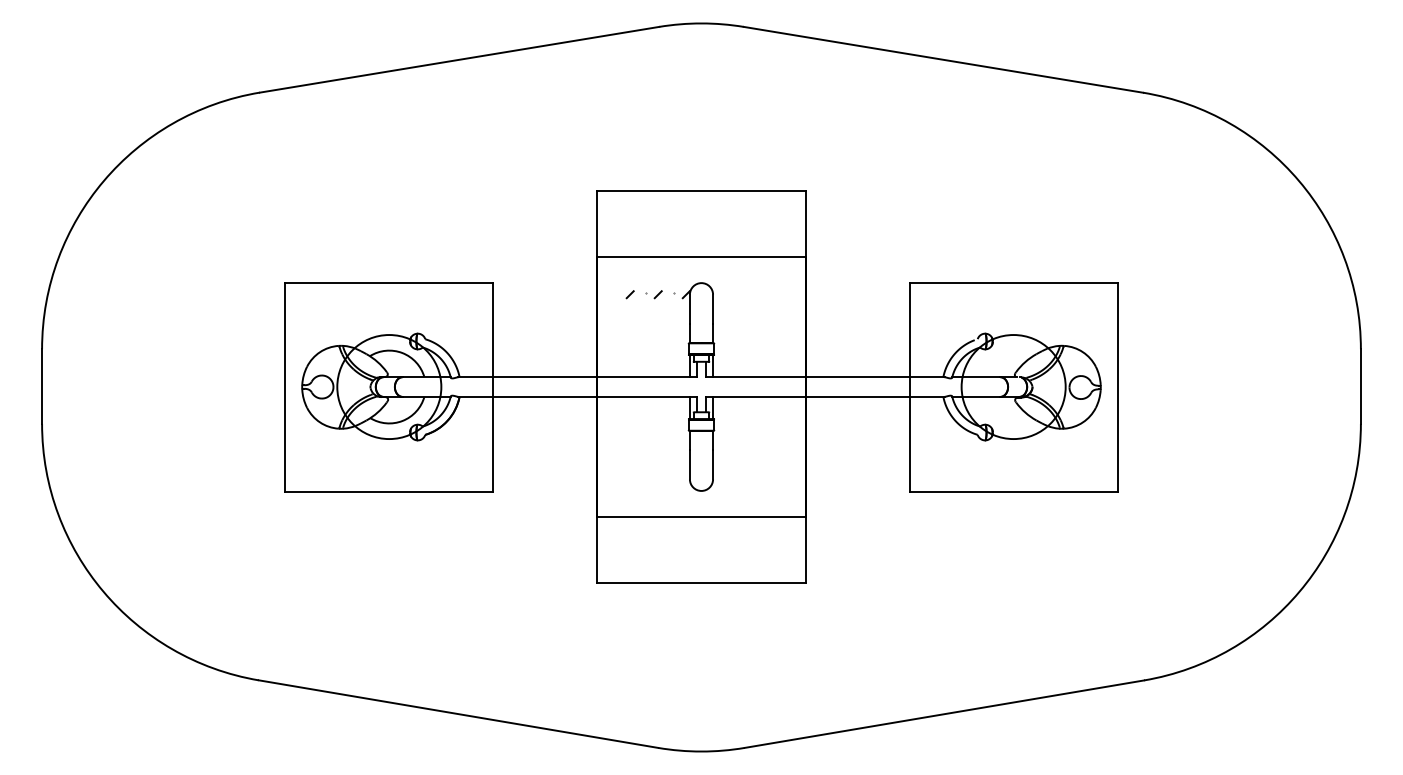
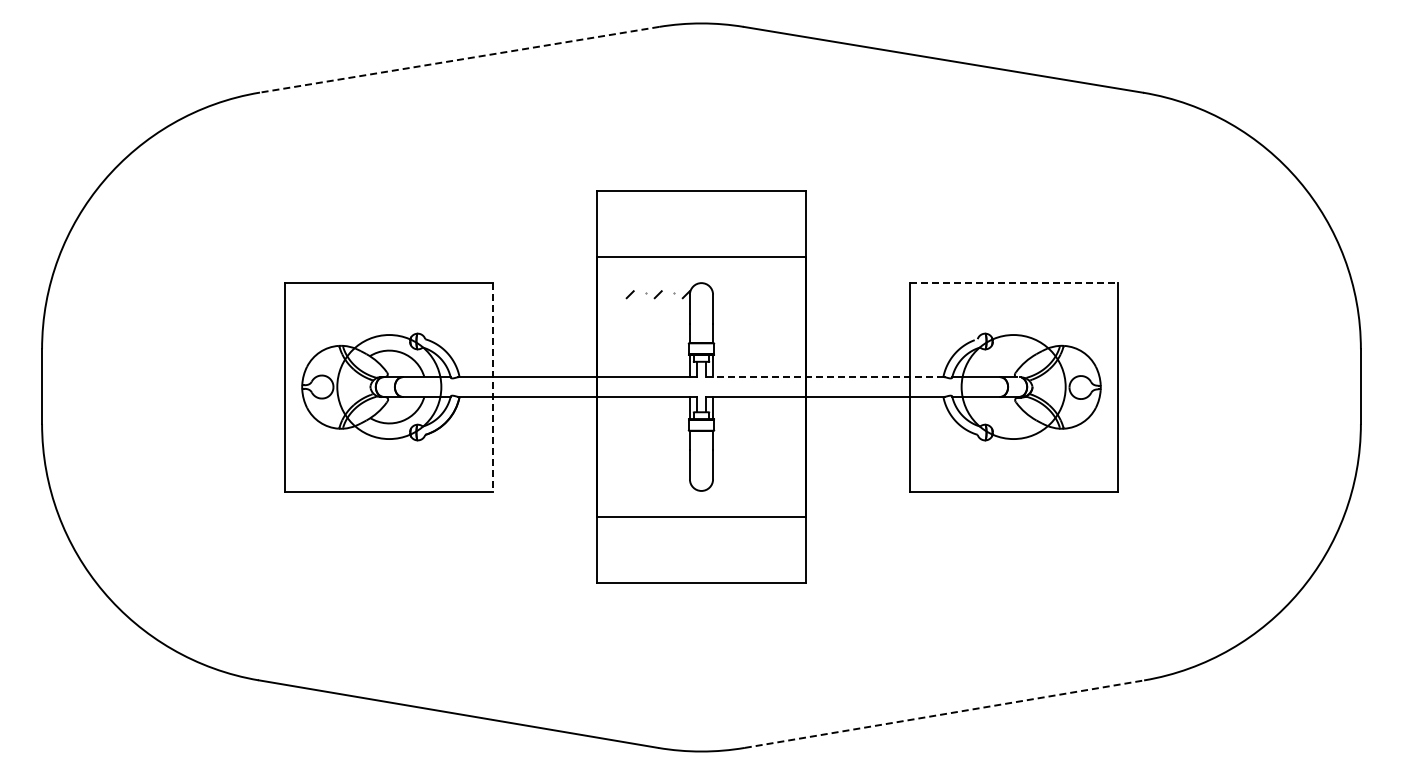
line at (459, 59): solid -> dashed
line at (1014, 282): solid -> dashed
line at (824, 377): solid -> dashed
line at (493, 387): solid -> dashed
line at (944, 714): solid -> dashed
